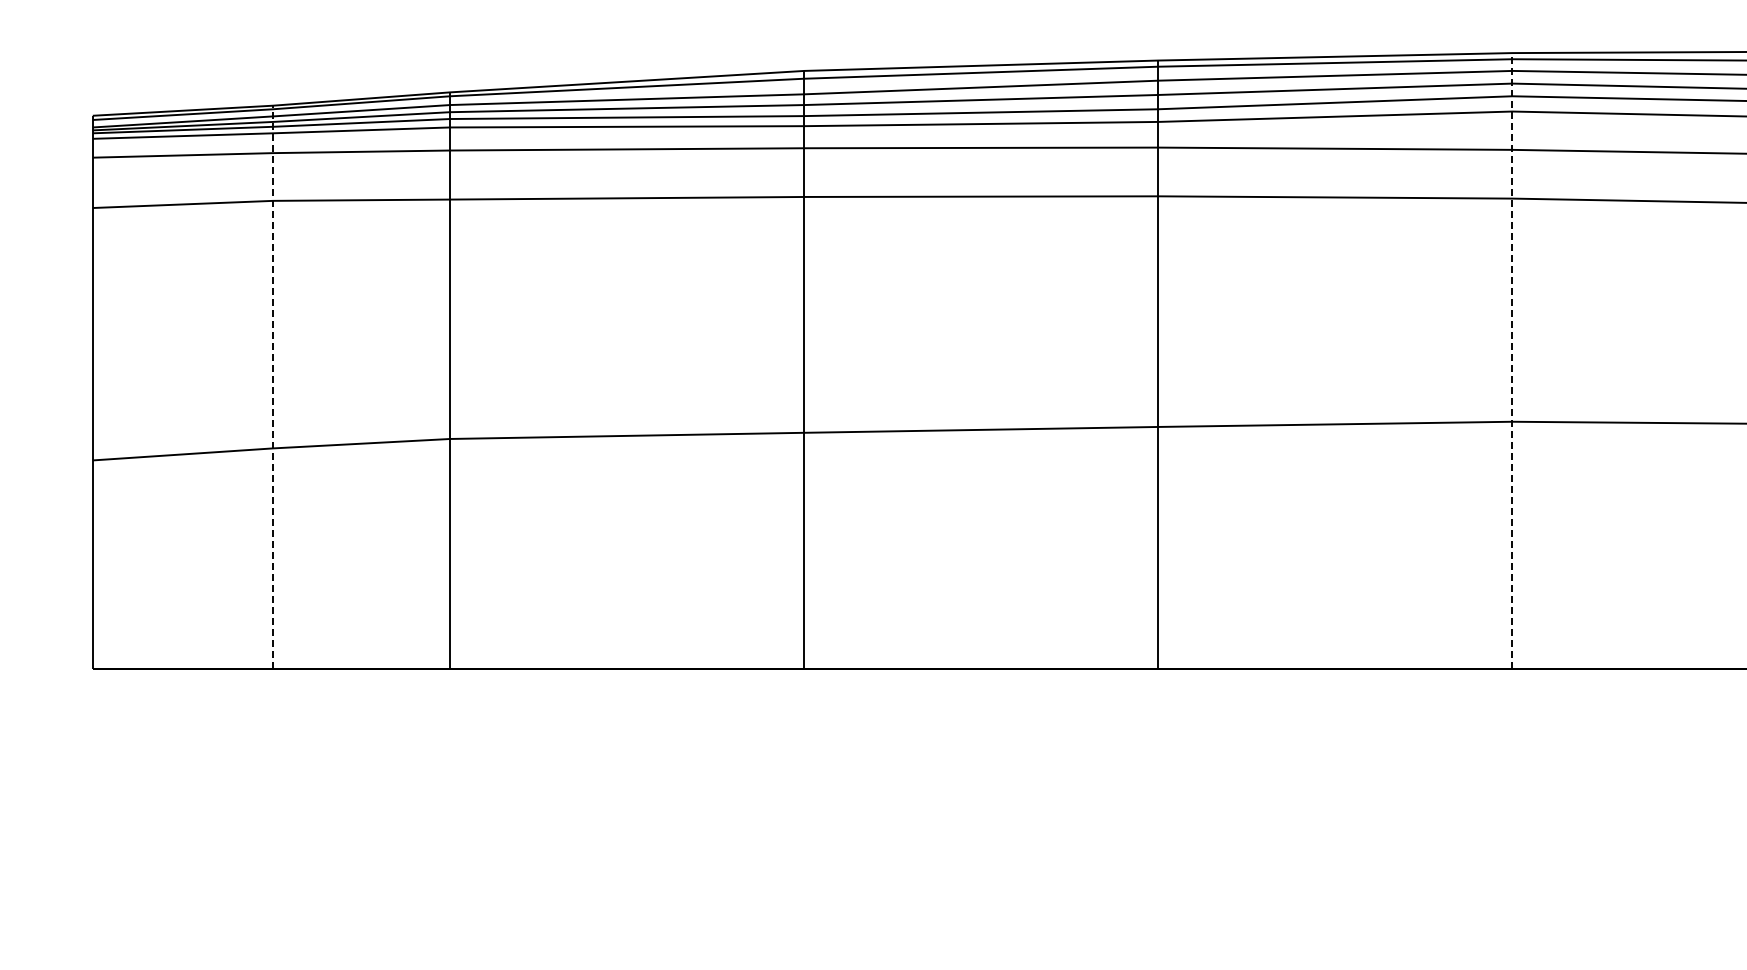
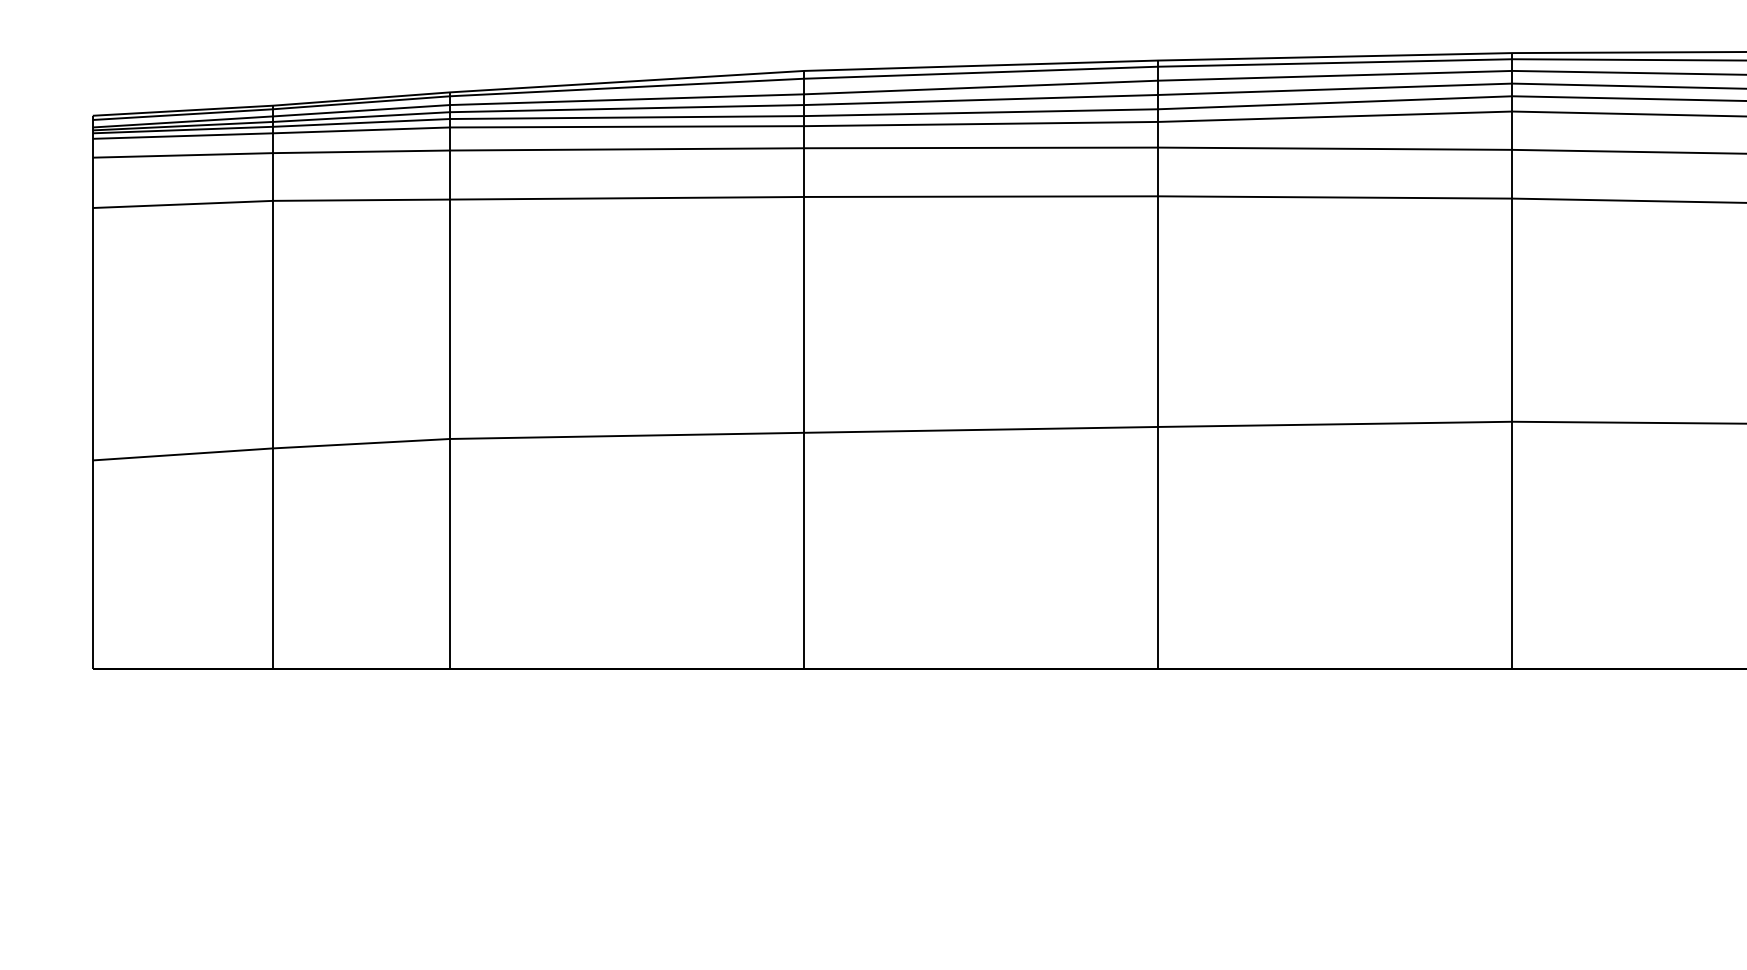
line at (1512, 360): dashed -> solid
line at (273, 386): dashed -> solid
